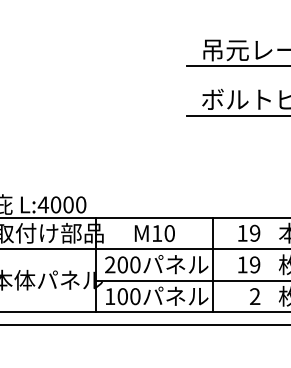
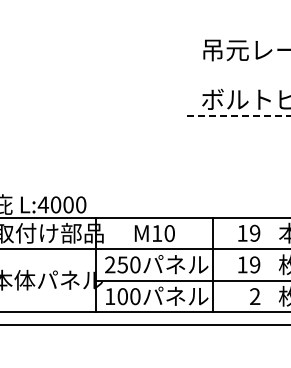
line at (236, 66): present -> none
line at (238, 115): solid -> dashed
text at (122, 264): 200 -> 250
